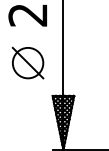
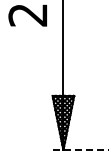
part at (27, 62): present -> none
line at (80, 150): solid -> dashed
